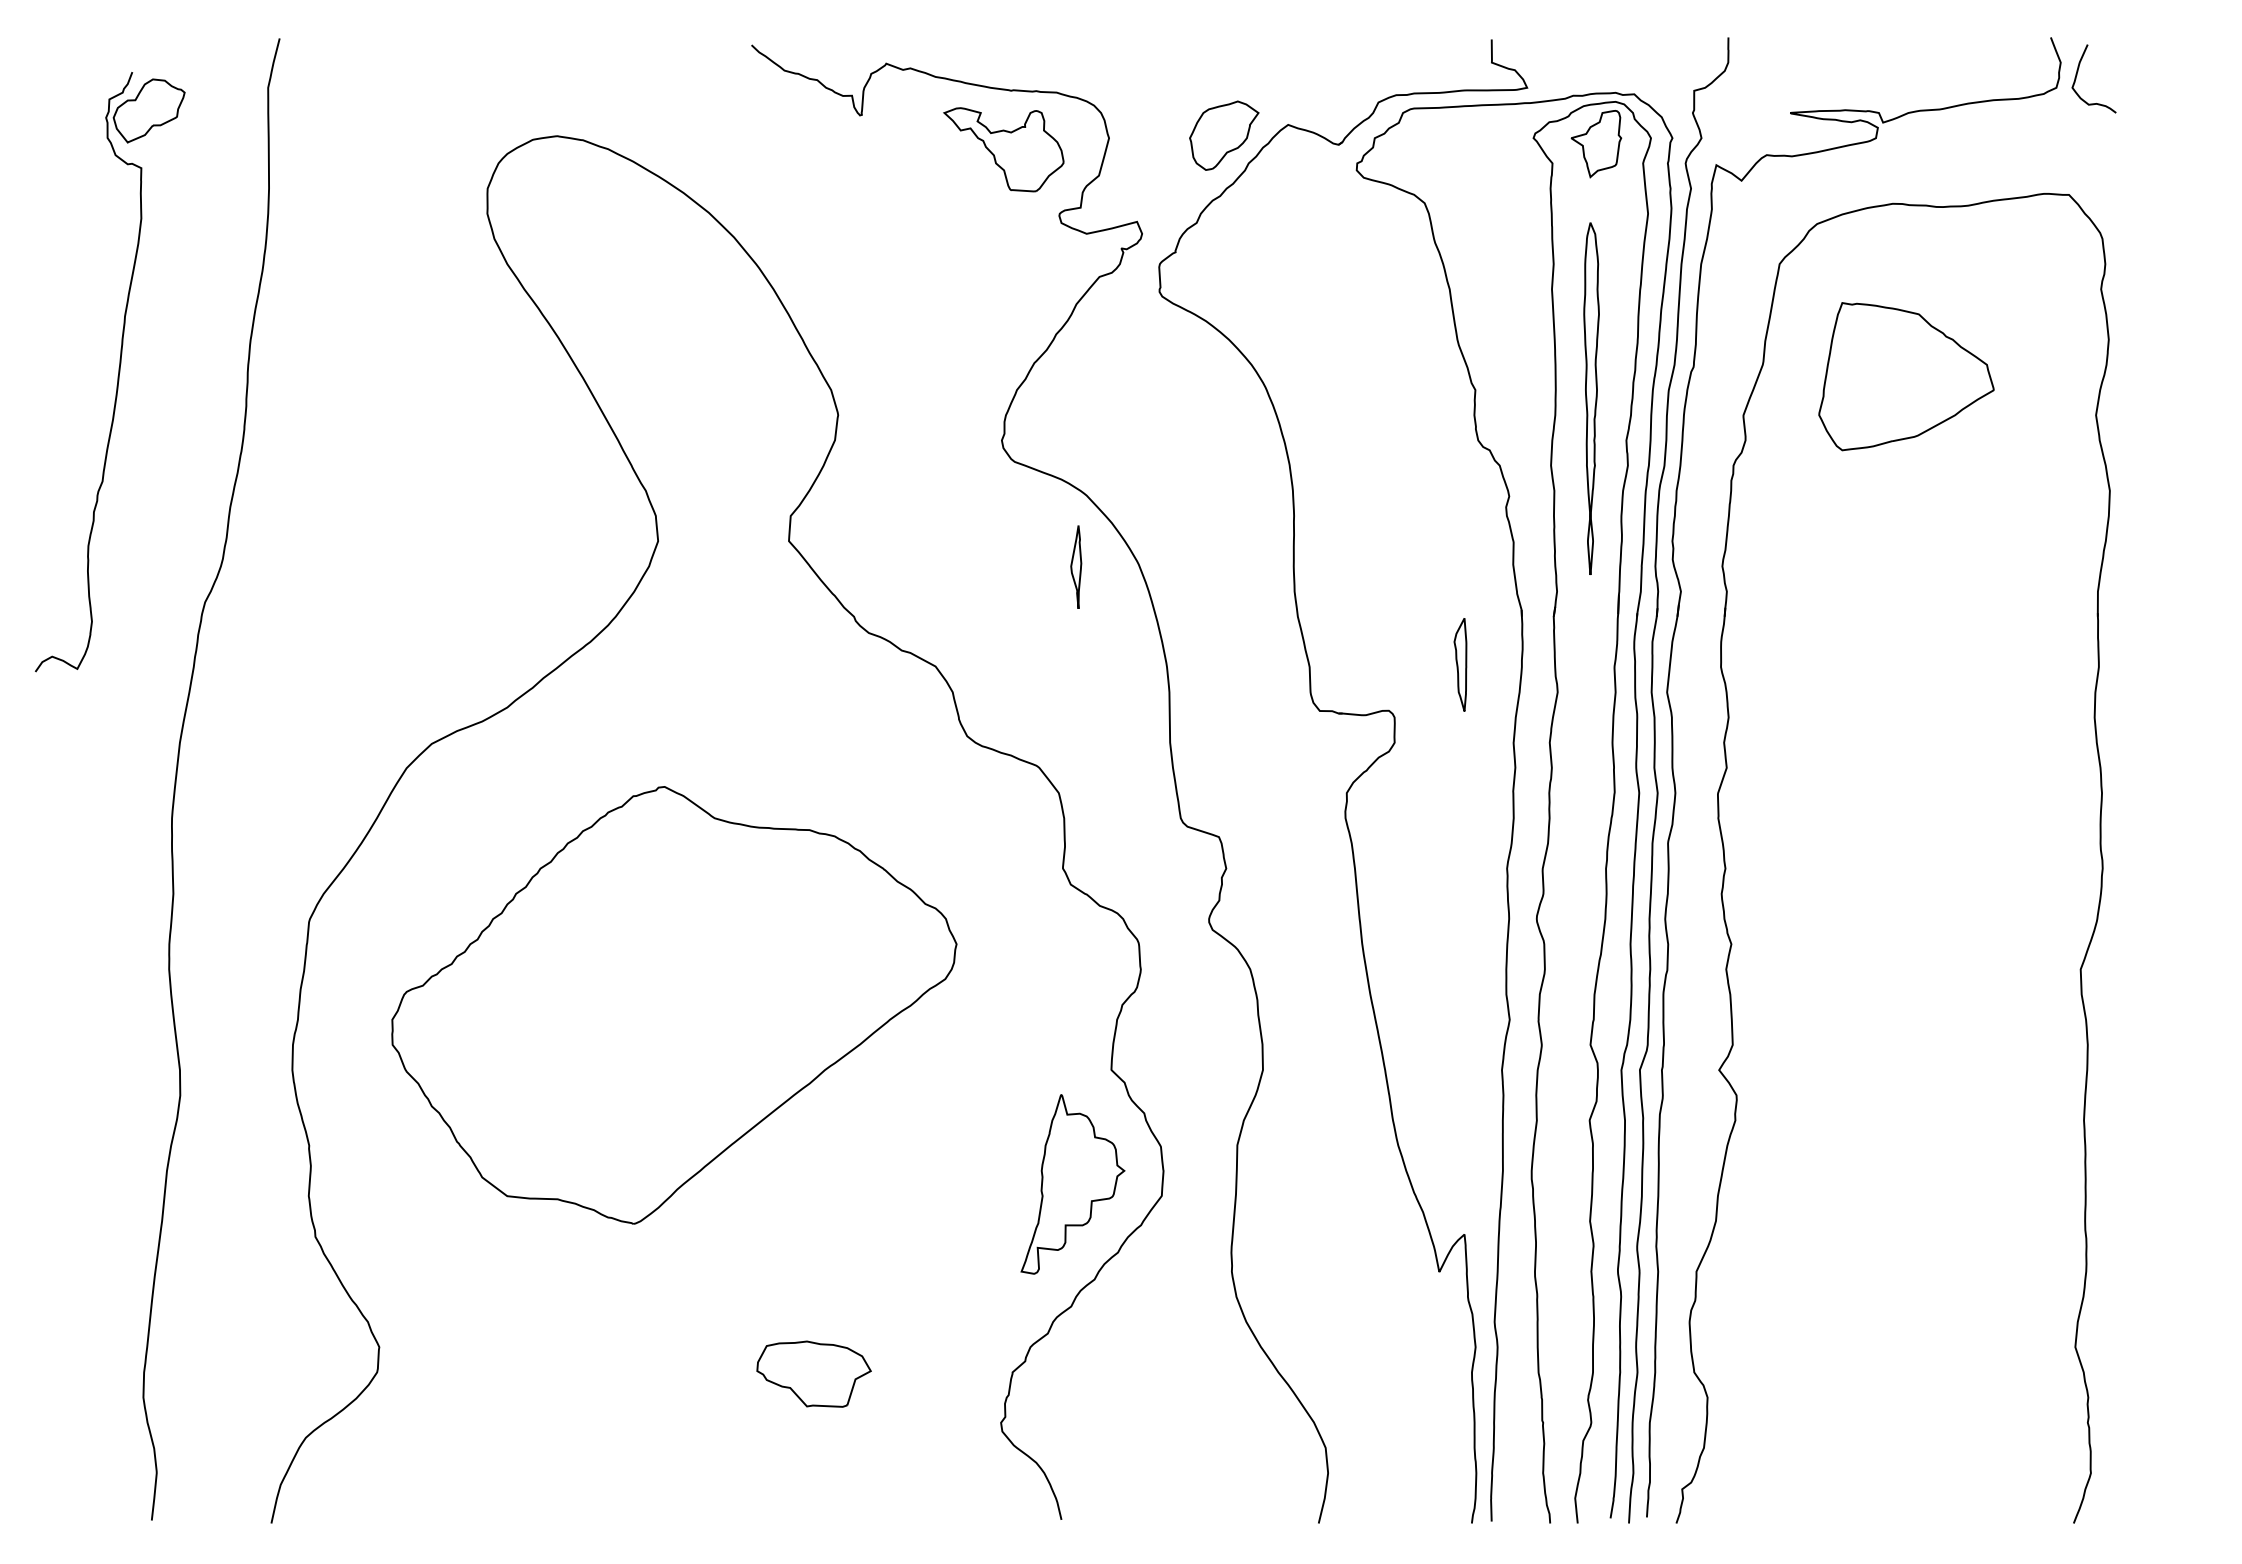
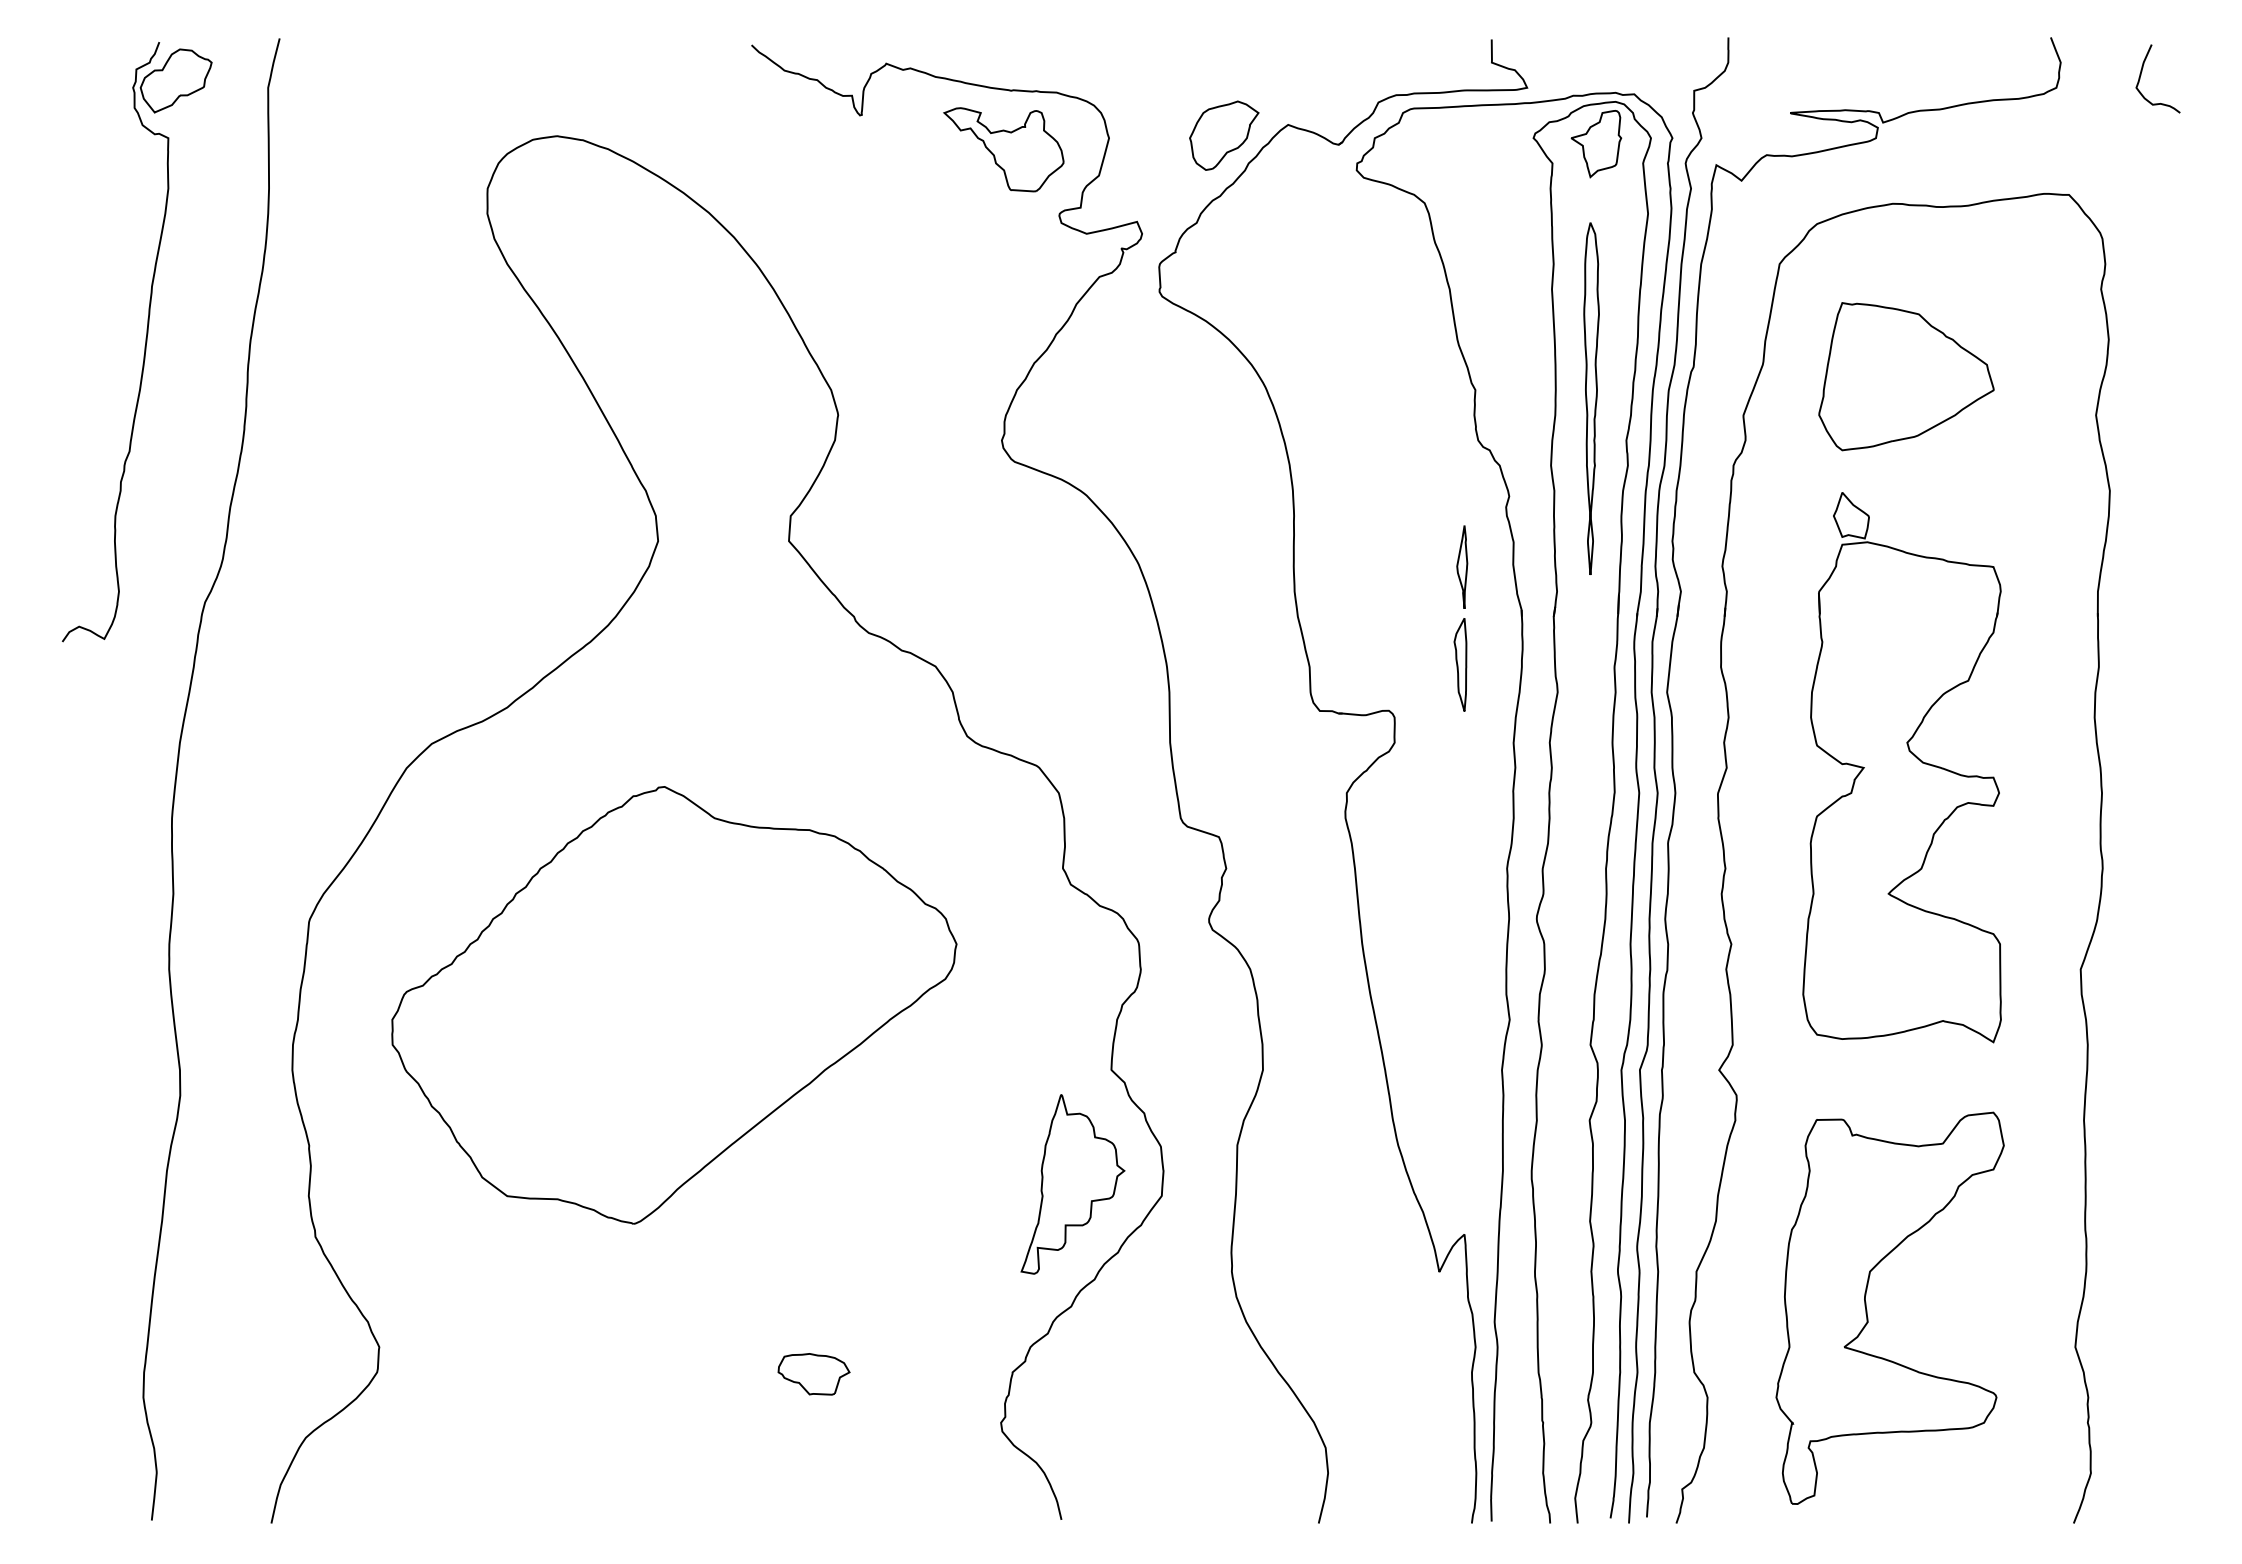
curve at (2077, 75) position: (2077, 75) -> (2141, 75)
part at (118, 372) position: (118, 372) -> (145, 342)
part at (1076, 566) position: (1076, 566) -> (1462, 566)
part at (1901, 767): none -> present
part at (1867, 1309): none -> present
part at (813, 1373) size: 116x68 px -> 74x43 px
